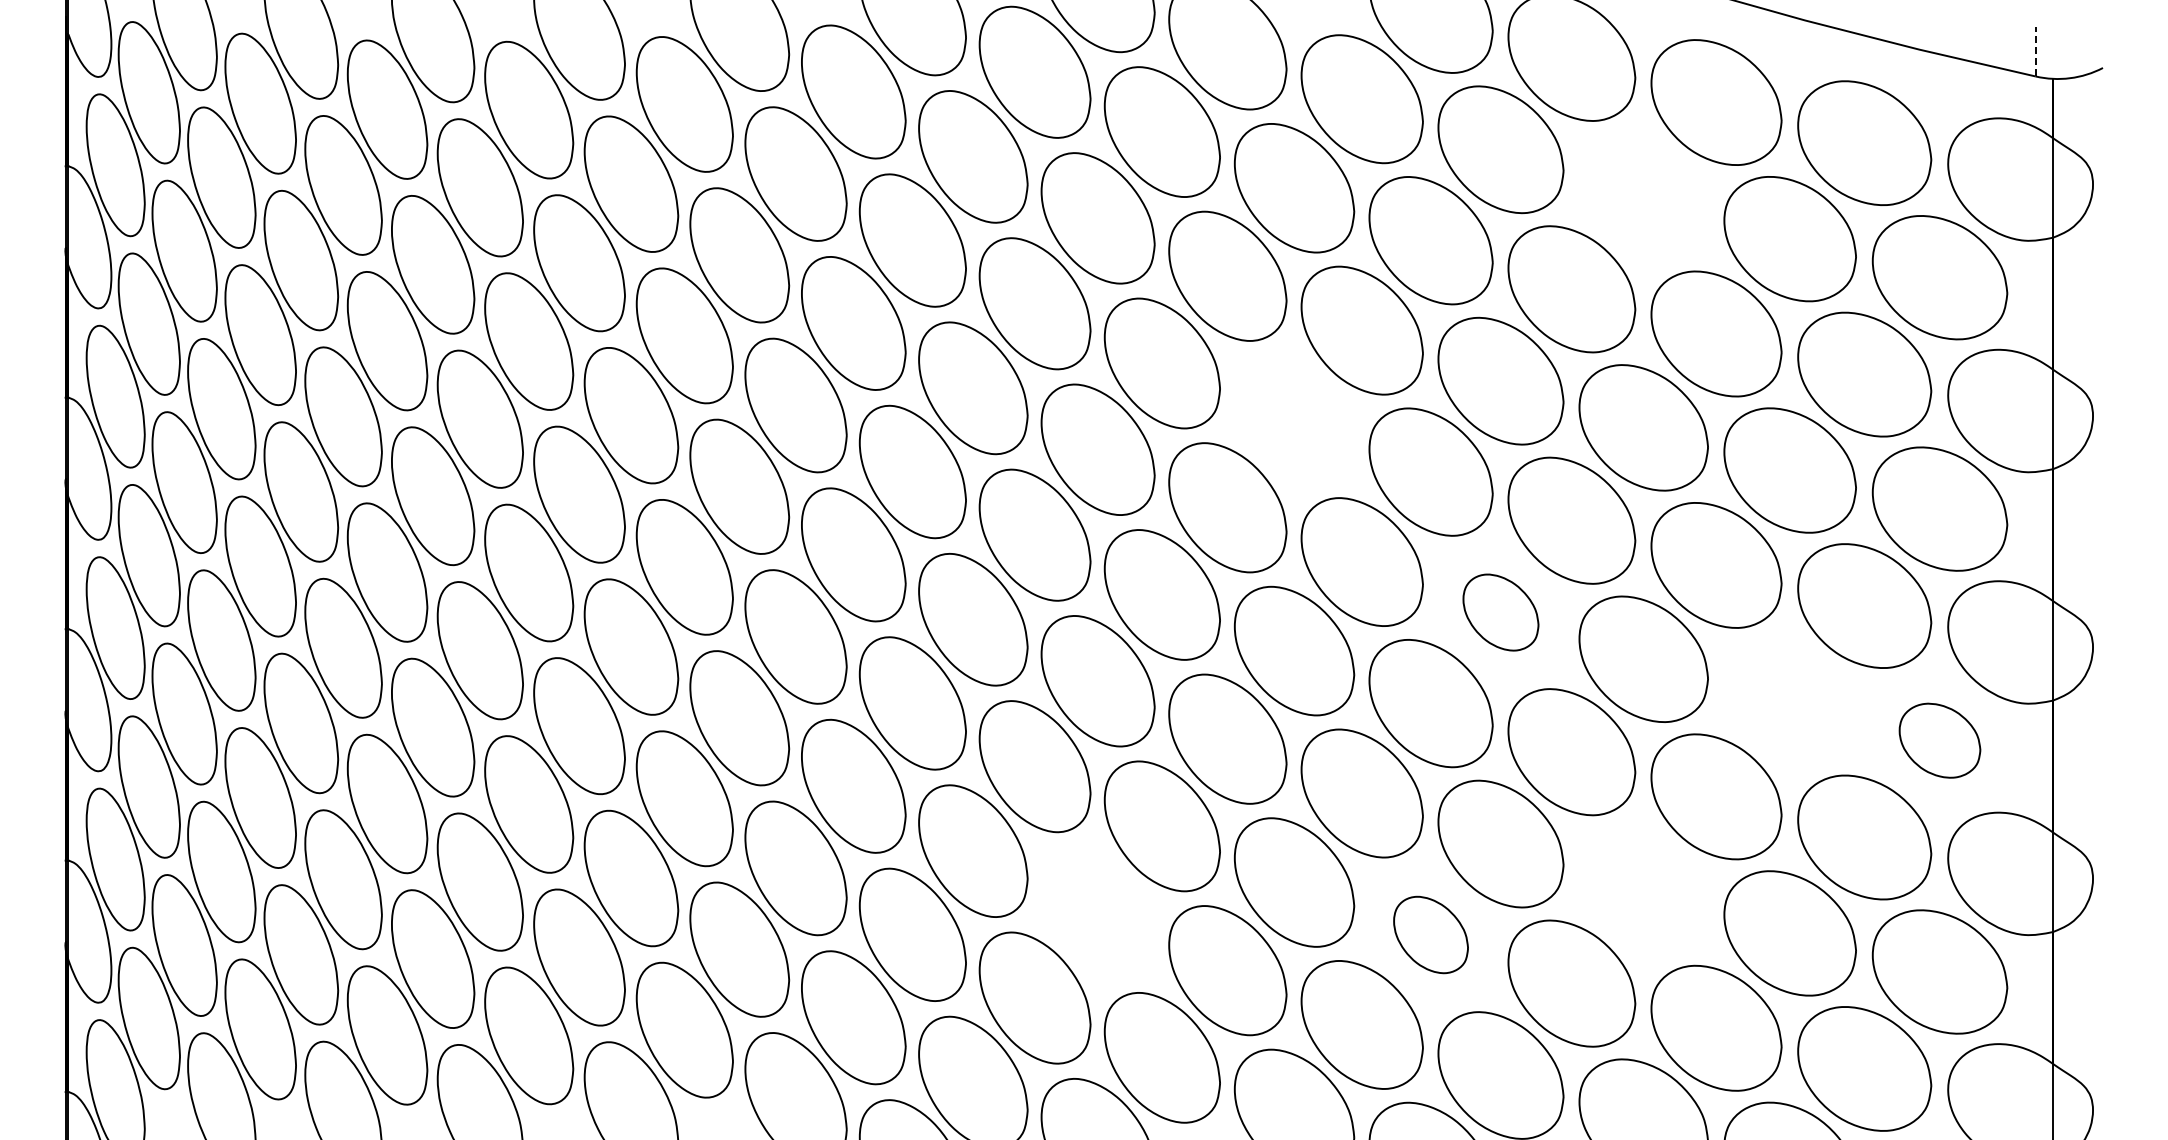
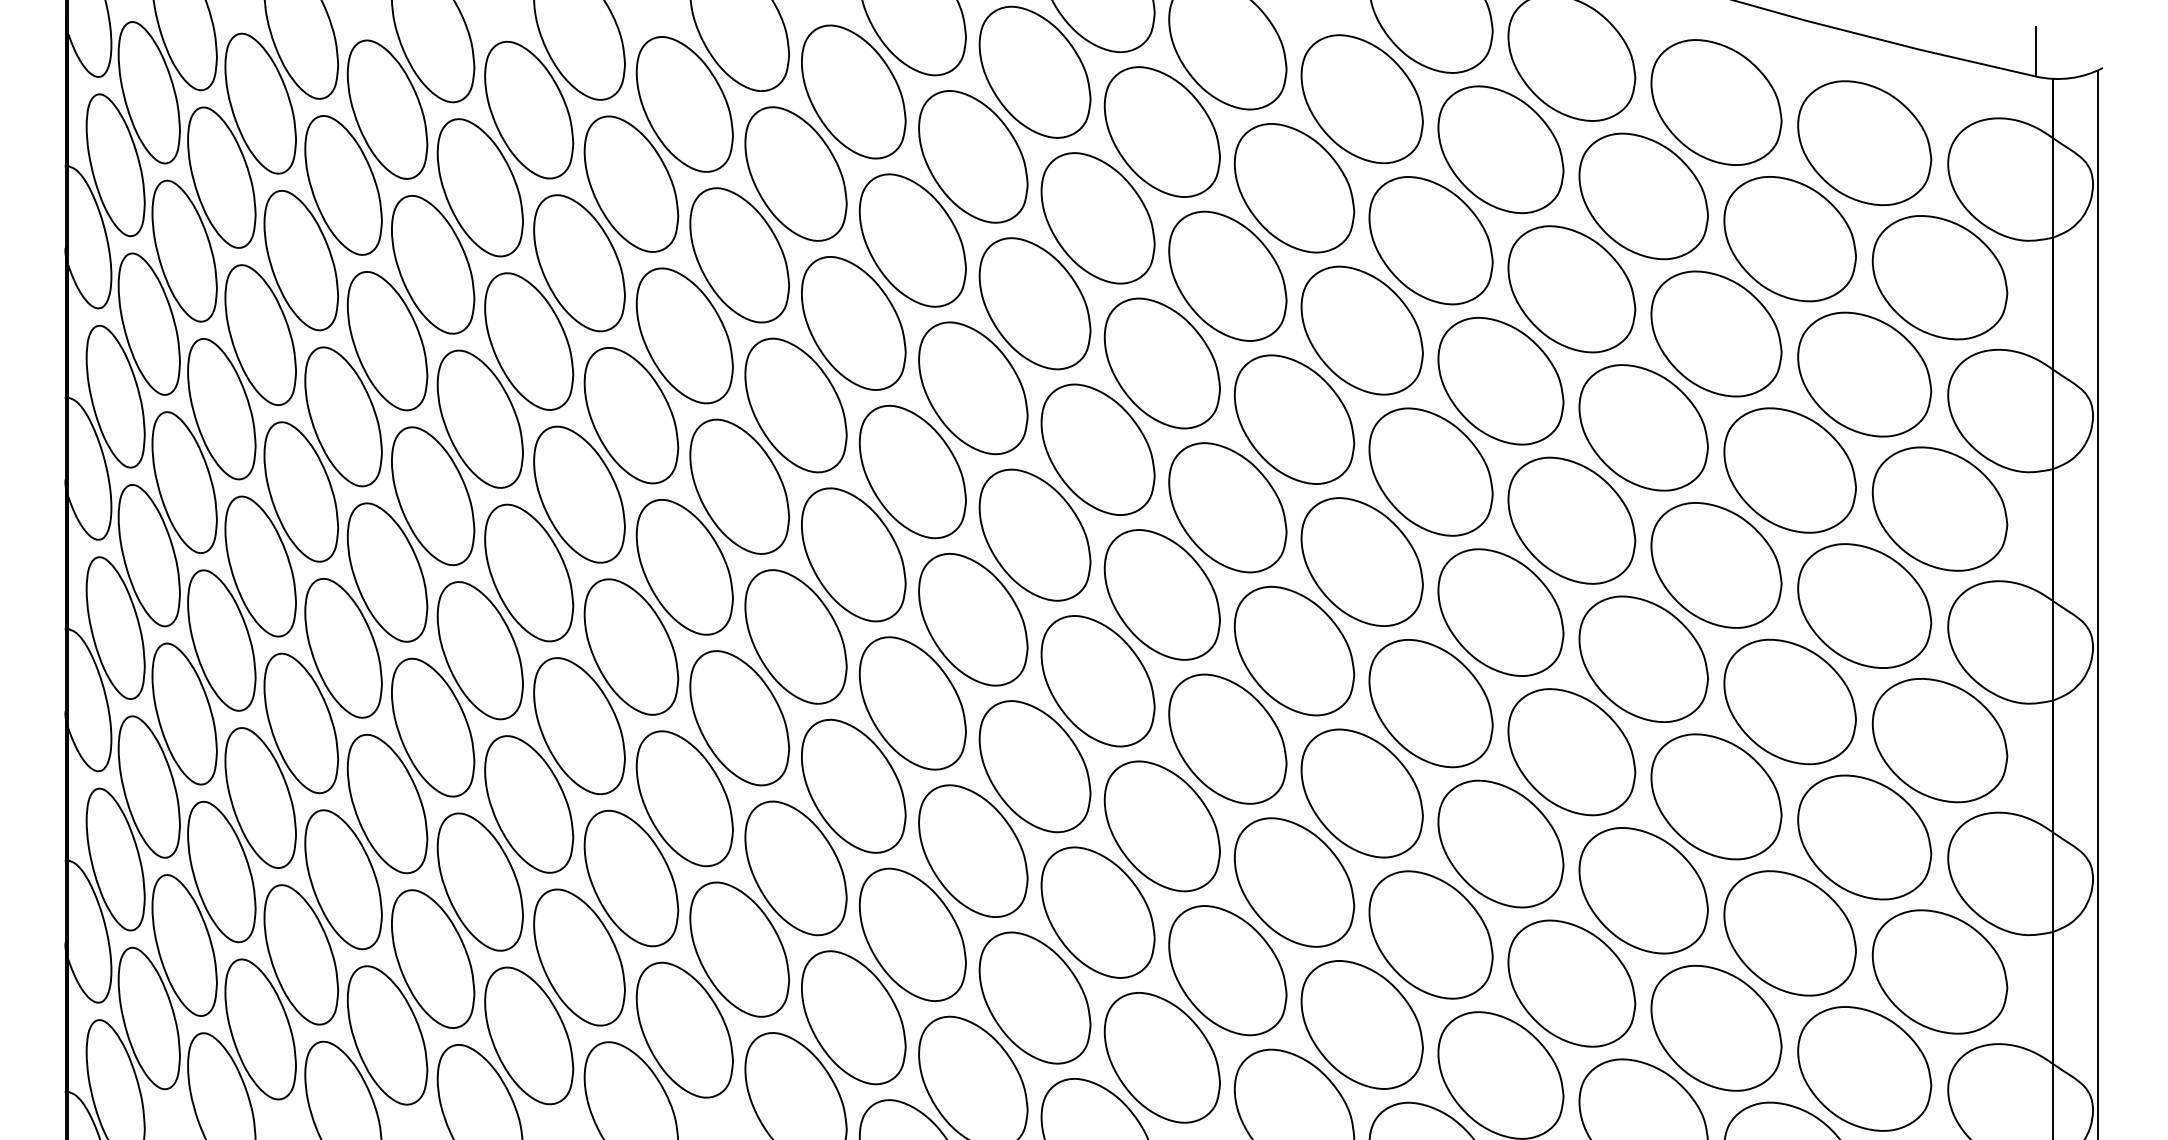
line at (2035, 51): dashed -> solid
part at (1643, 196): none -> present
part at (1294, 419): none -> present
line at (2098, 603): none -> present
part at (1500, 612) size: 78x79 px -> 128x129 px
part at (1789, 701): none -> present
part at (1939, 740) size: 84x77 px -> 138x126 px
part at (1643, 890): none -> present
part at (1097, 912): none -> present
part at (1430, 934) size: 76x80 px -> 126x130 px
